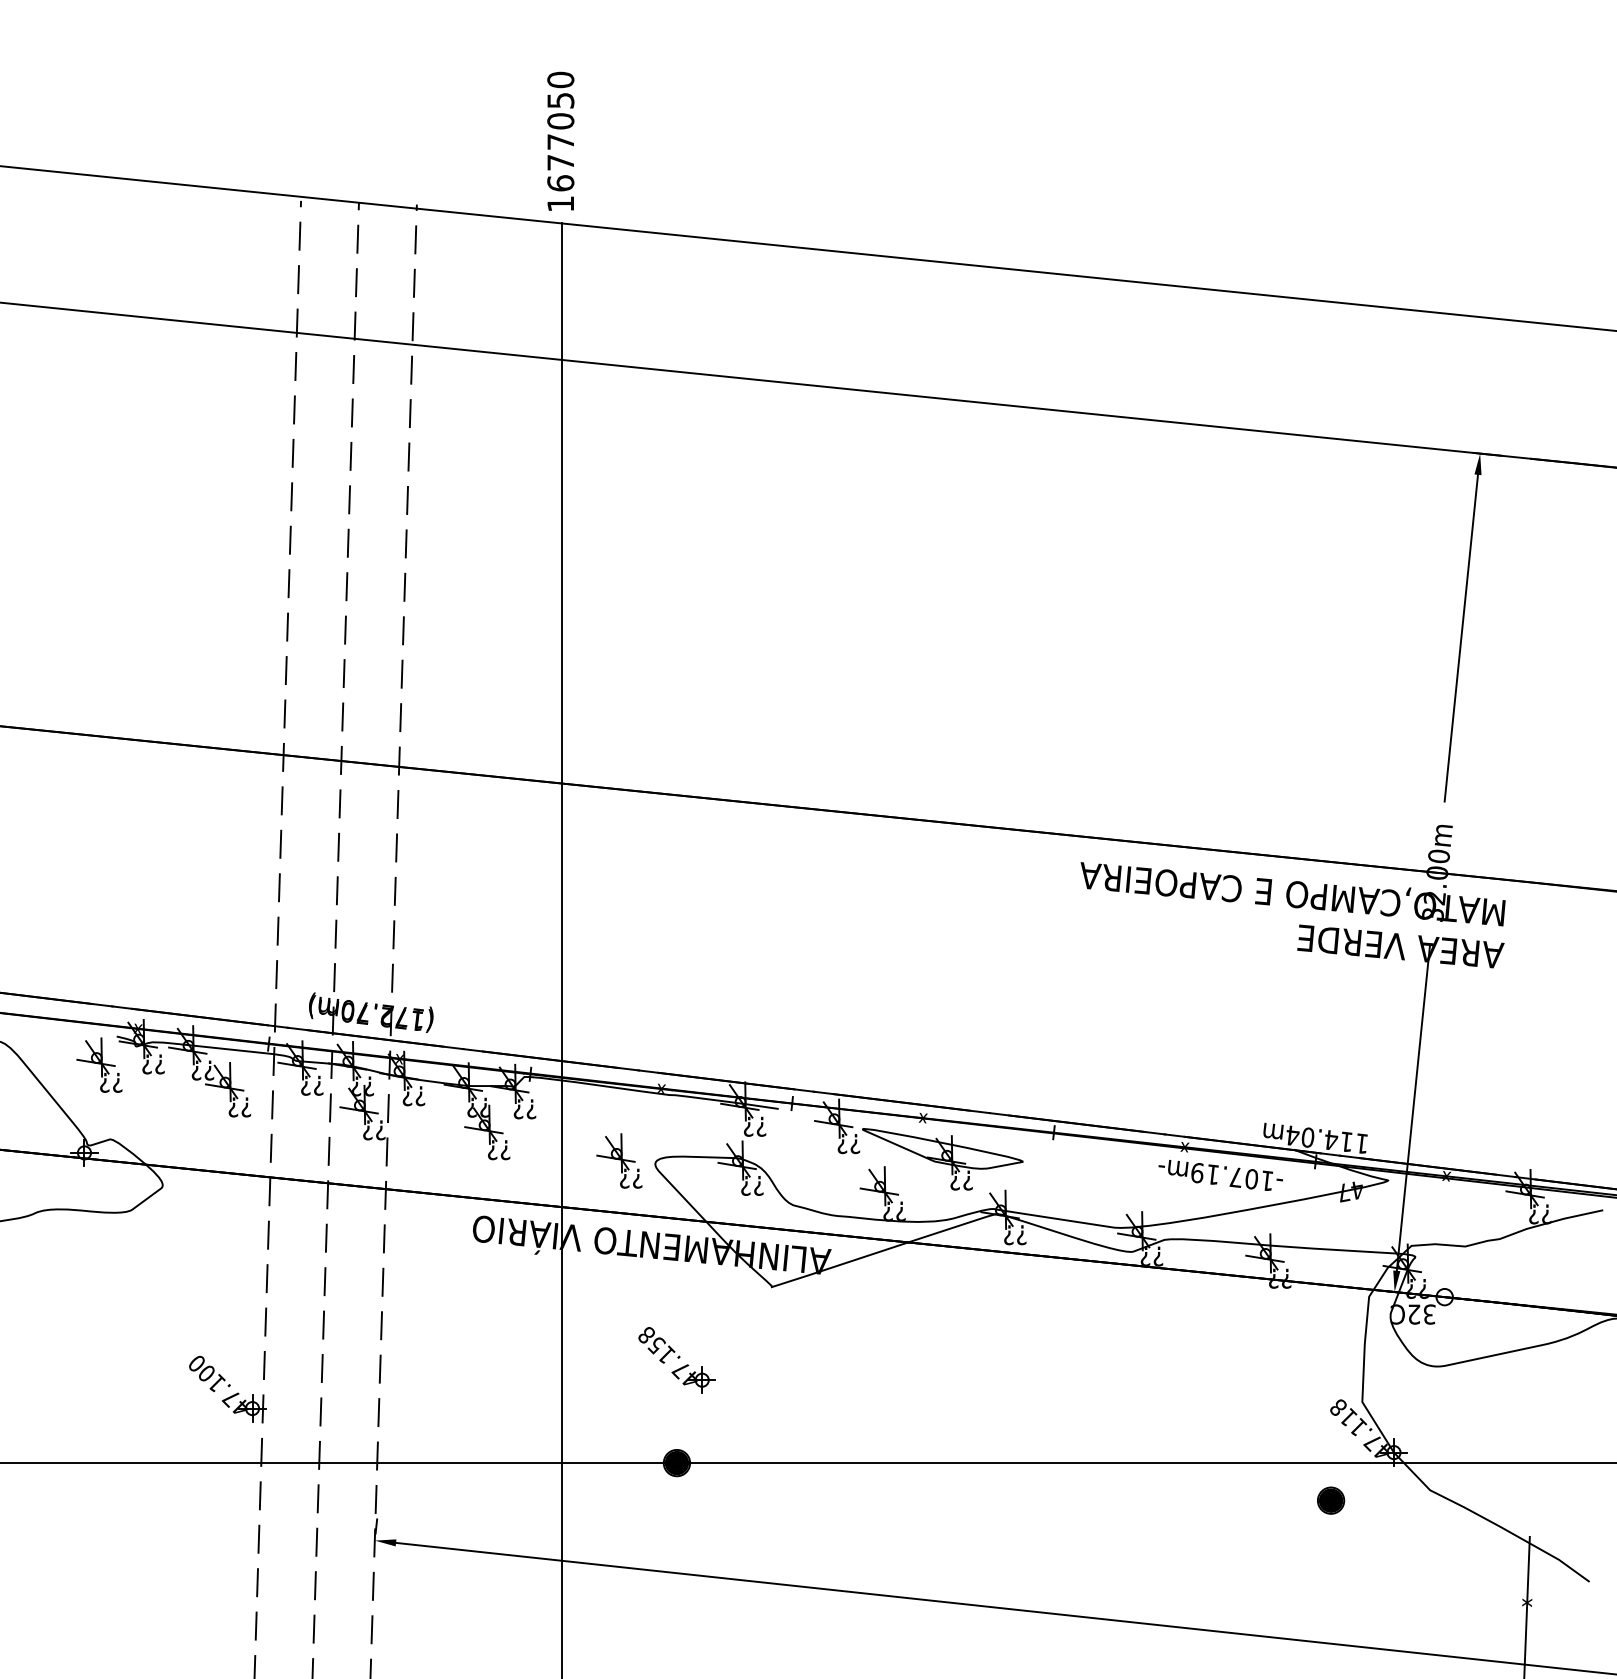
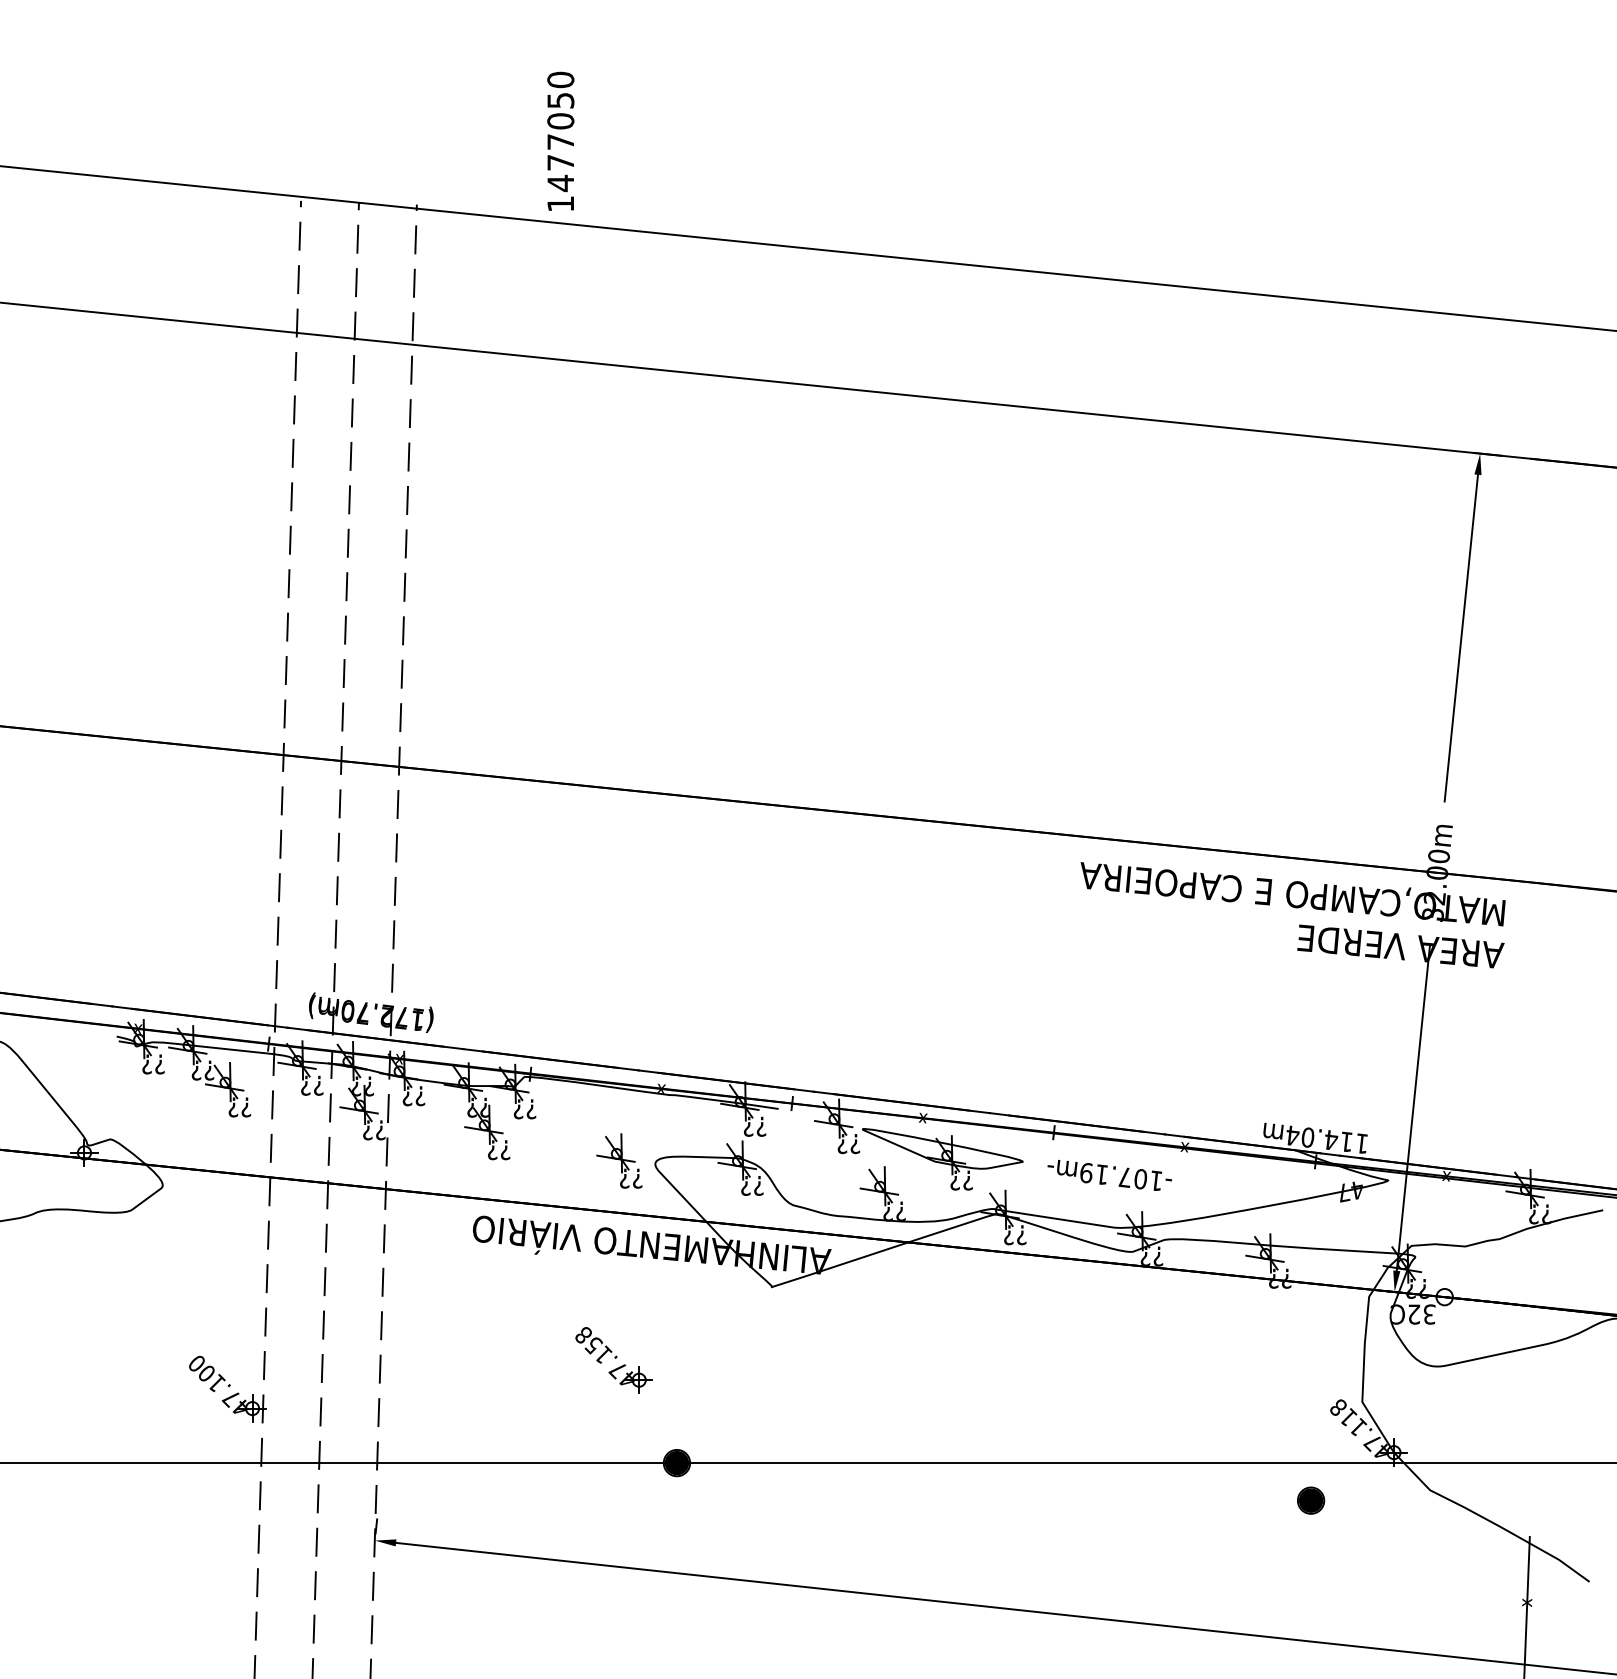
text at (560, 183): 1677050 -> 1477050
line at (561, 949): present -> none
part at (99, 1064): present -> none
text at (1220, 1174) position: (1220, 1174) -> (1109, 1174)
part at (676, 1360) position: (676, 1360) -> (613, 1360)
part at (1331, 1500) position: (1331, 1500) -> (1311, 1500)
